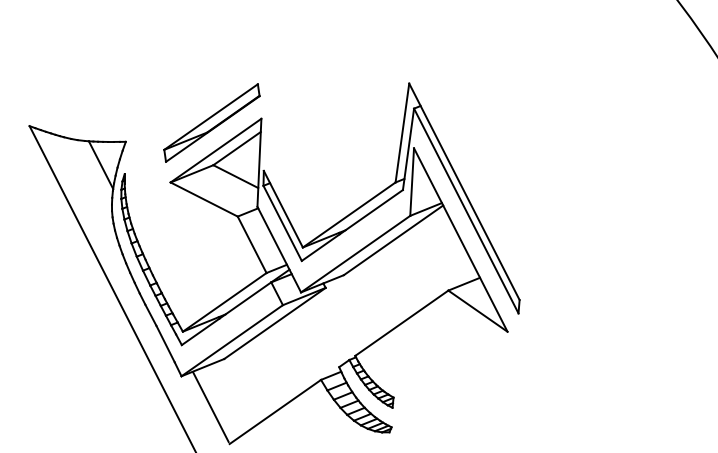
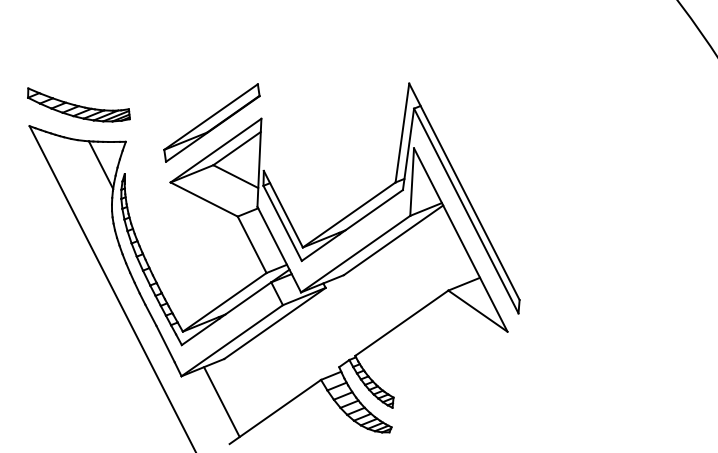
part at (78, 104): none -> present
line at (210, 406) position: (210, 406) -> (221, 401)
